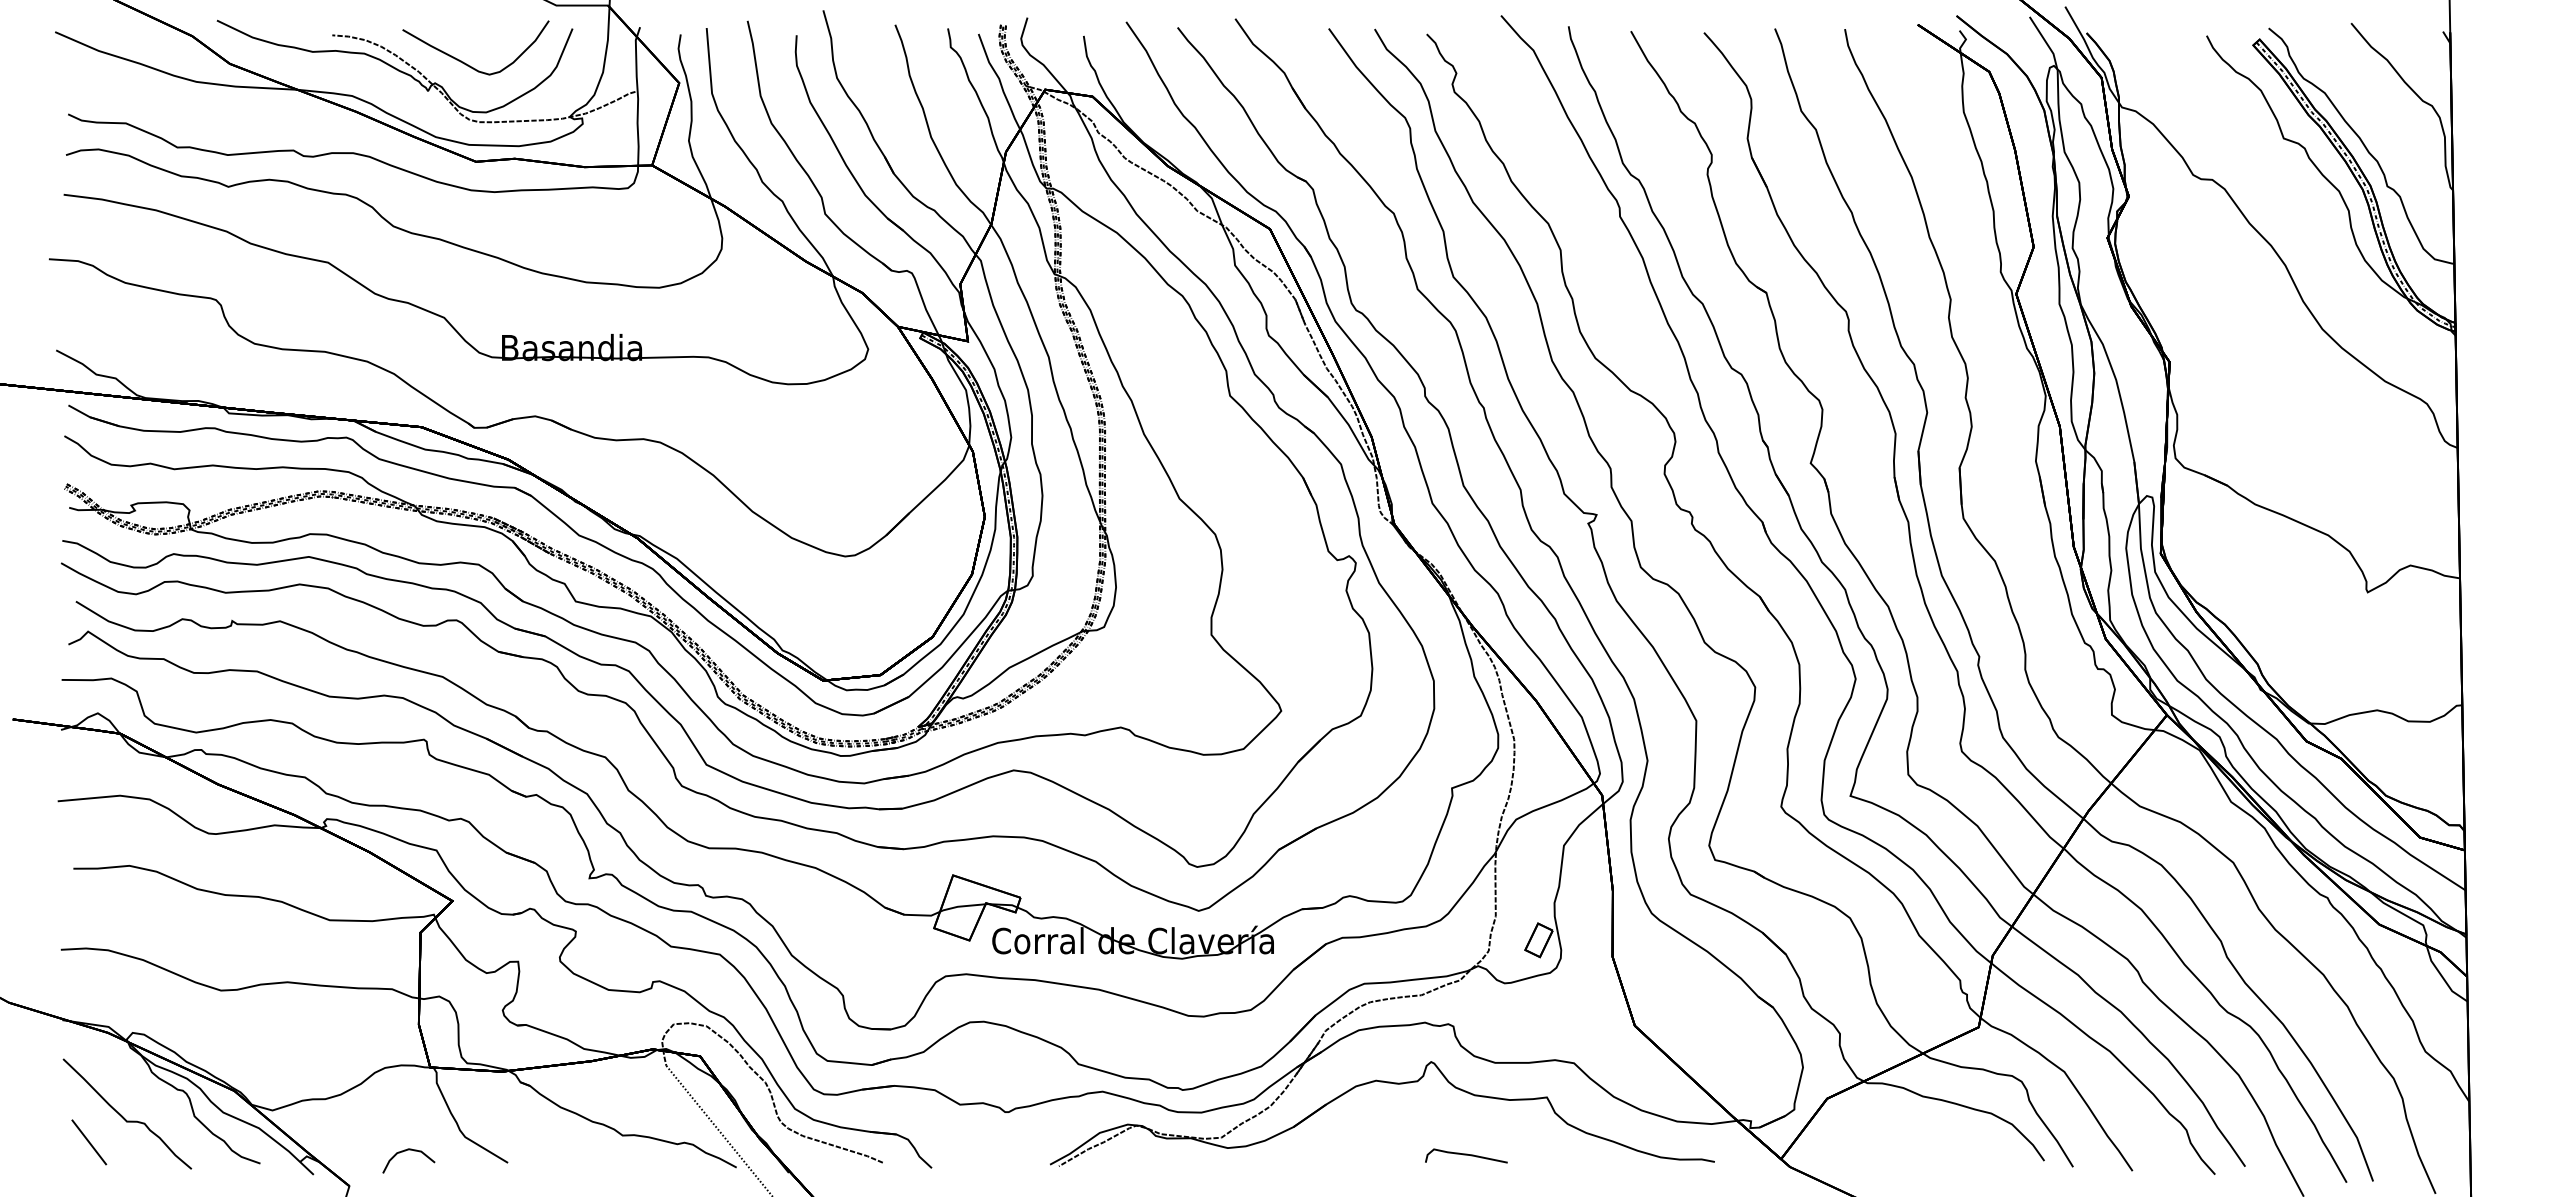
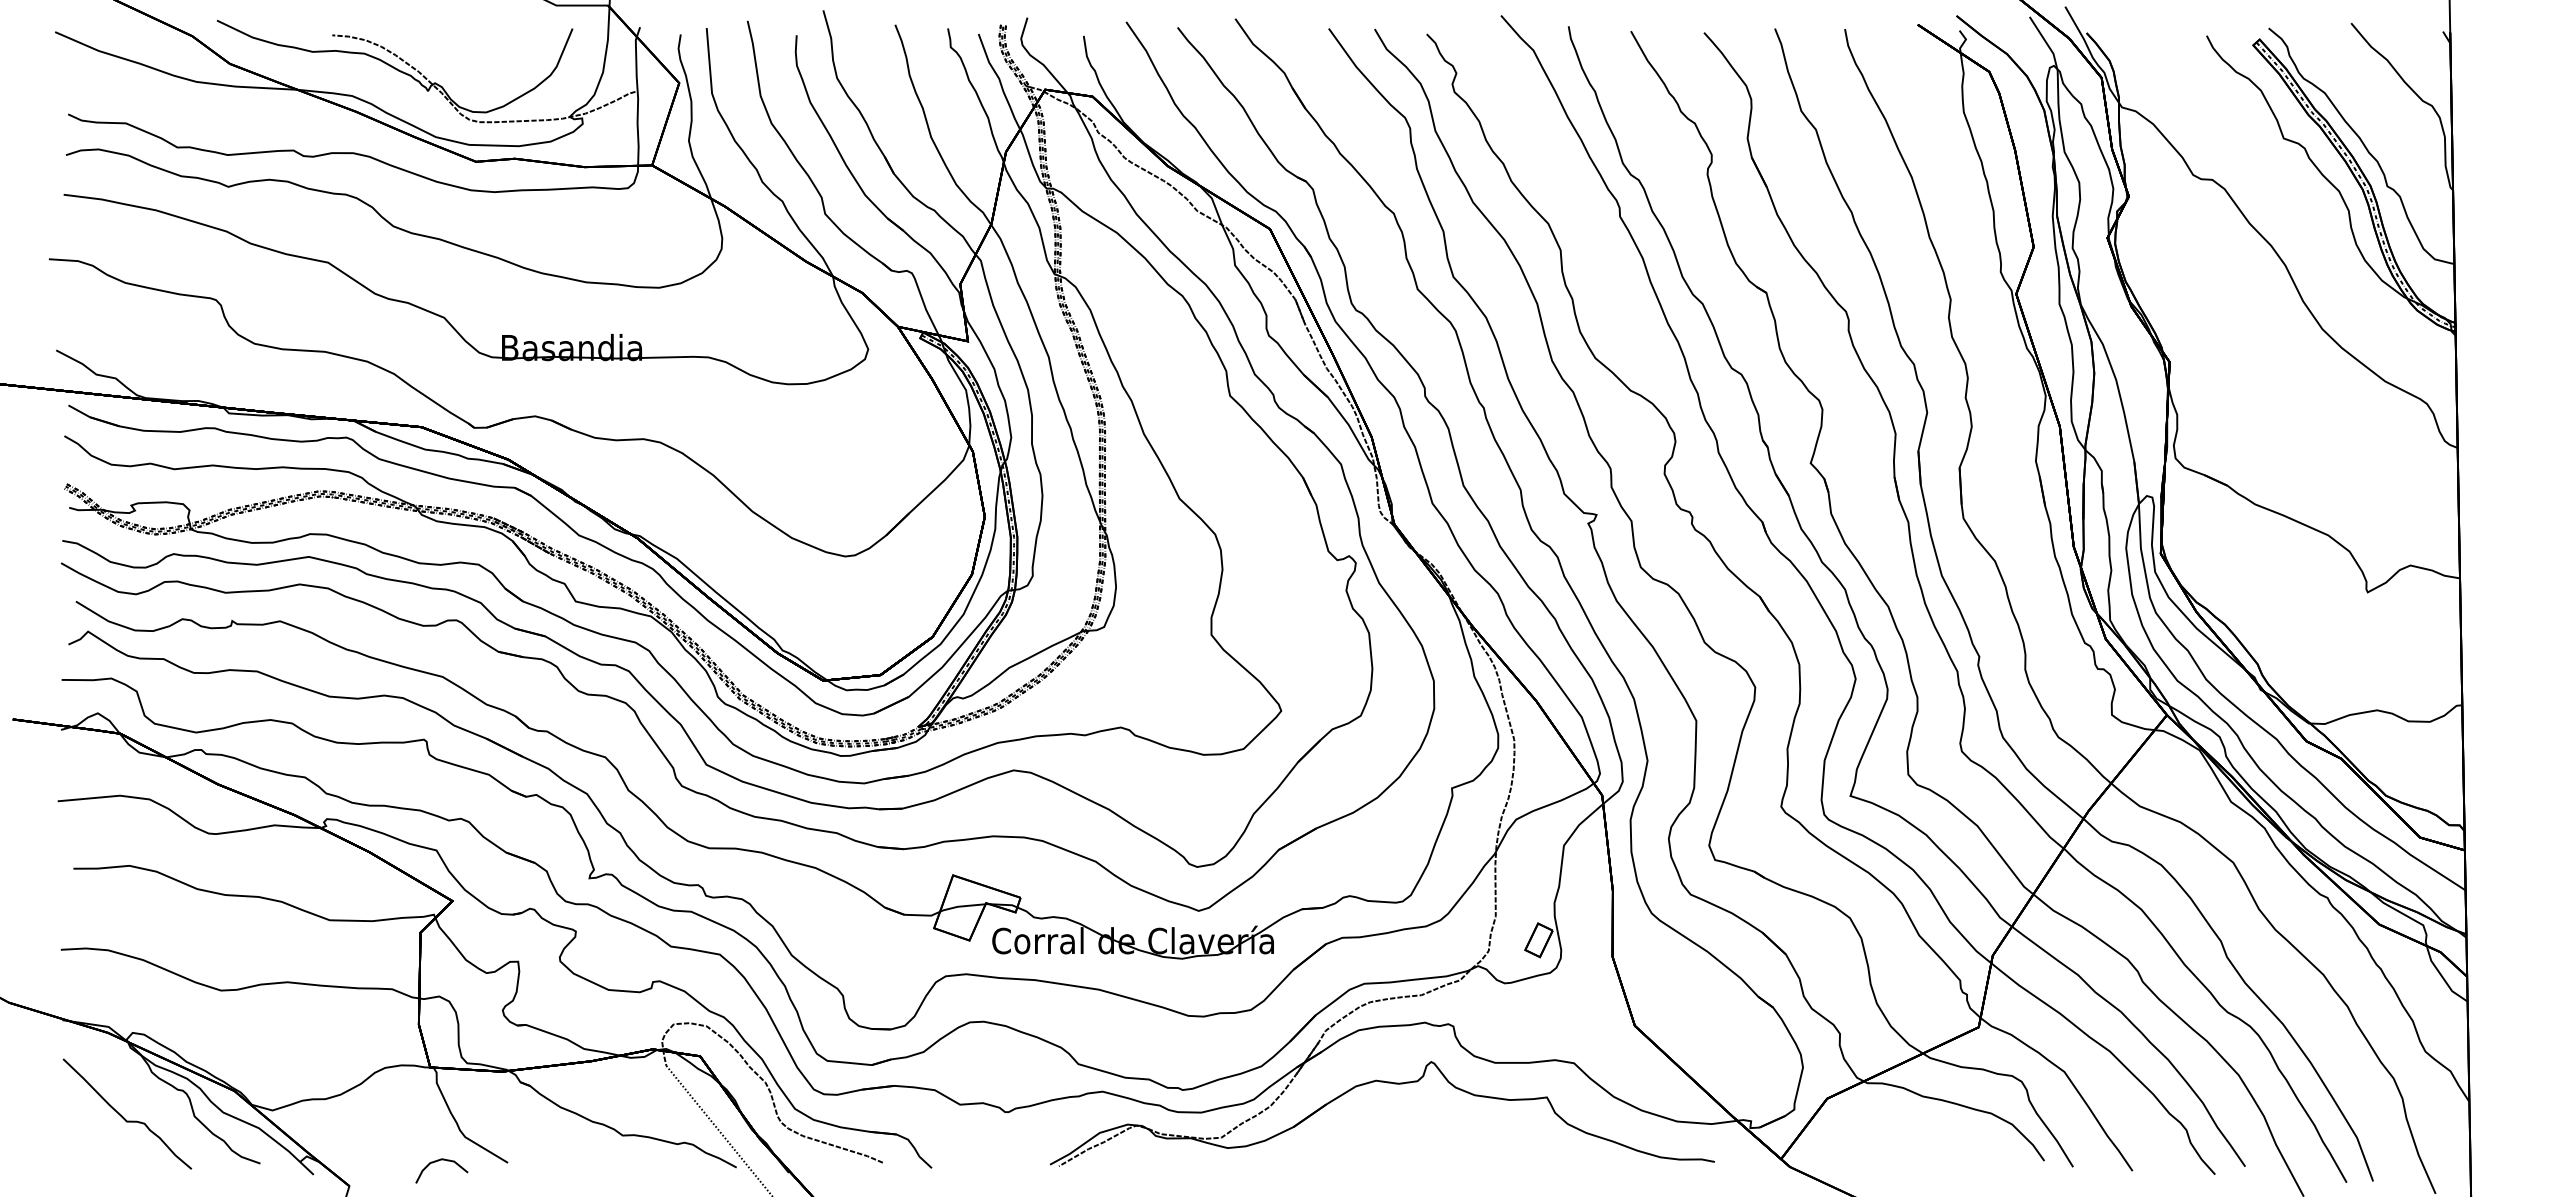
curve at (466, 63): present -> none
line at (89, 1142): present -> none
curve at (405, 1151) position: (405, 1151) -> (438, 1161)
curve at (1466, 1155): present -> none
